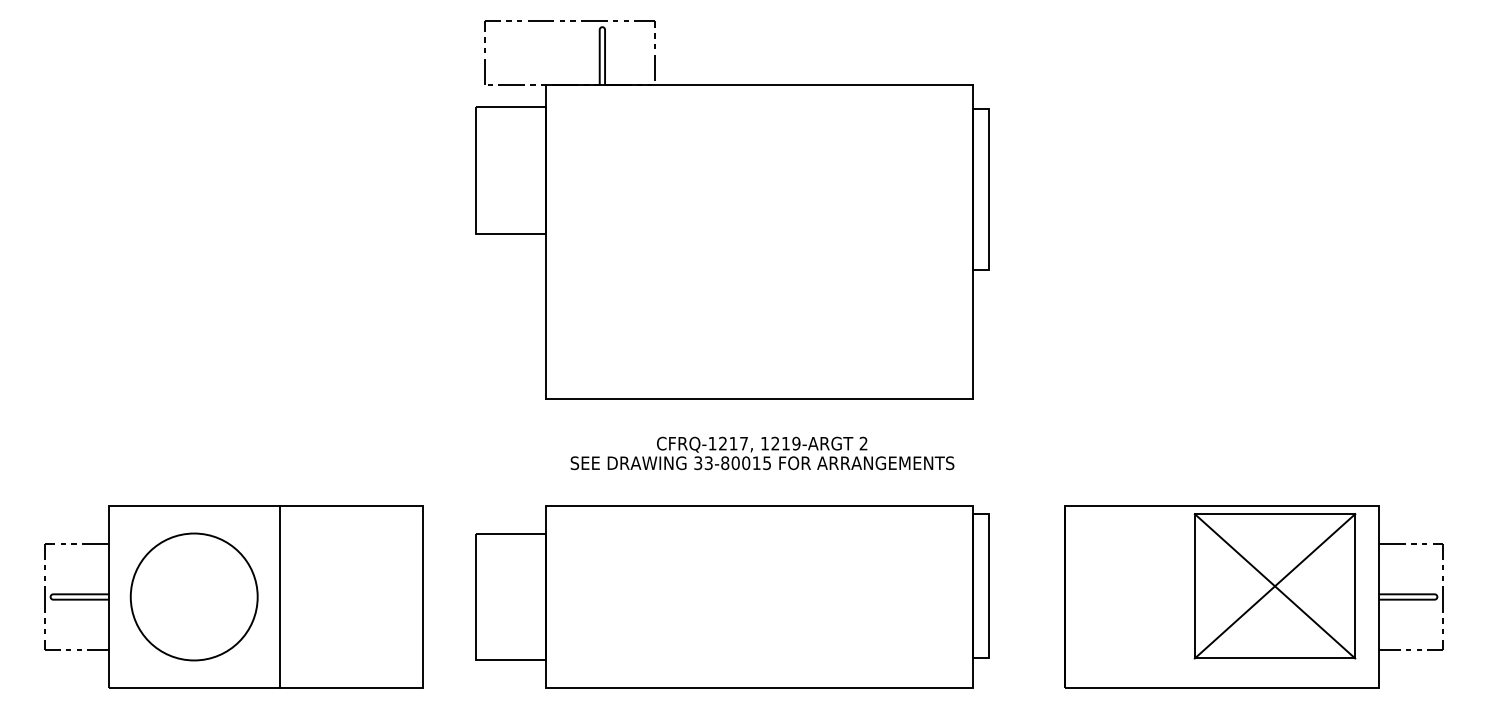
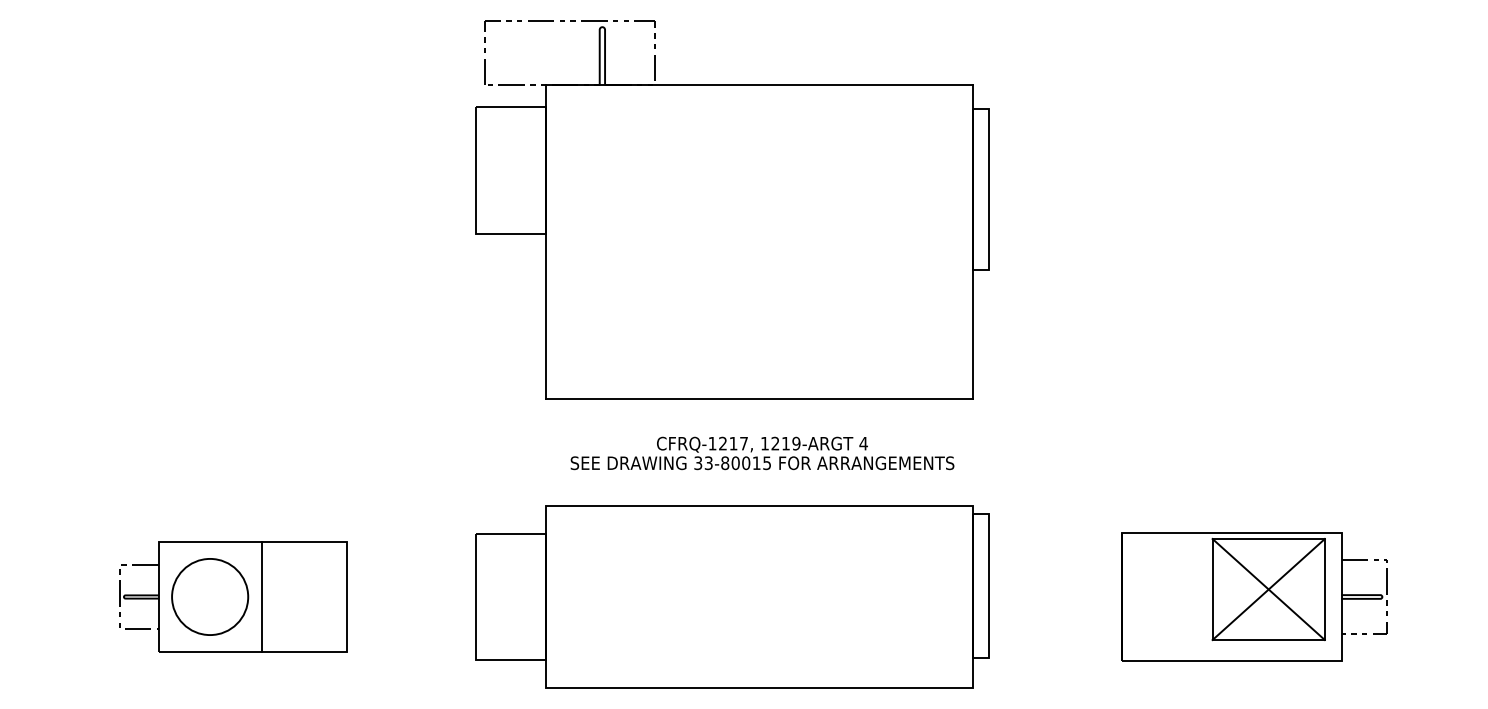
text at (863, 443): 2 -> 4
part at (233, 596) size: 380x184 px -> 229x112 px
part at (1253, 596) size: 380x184 px -> 267x130 px
